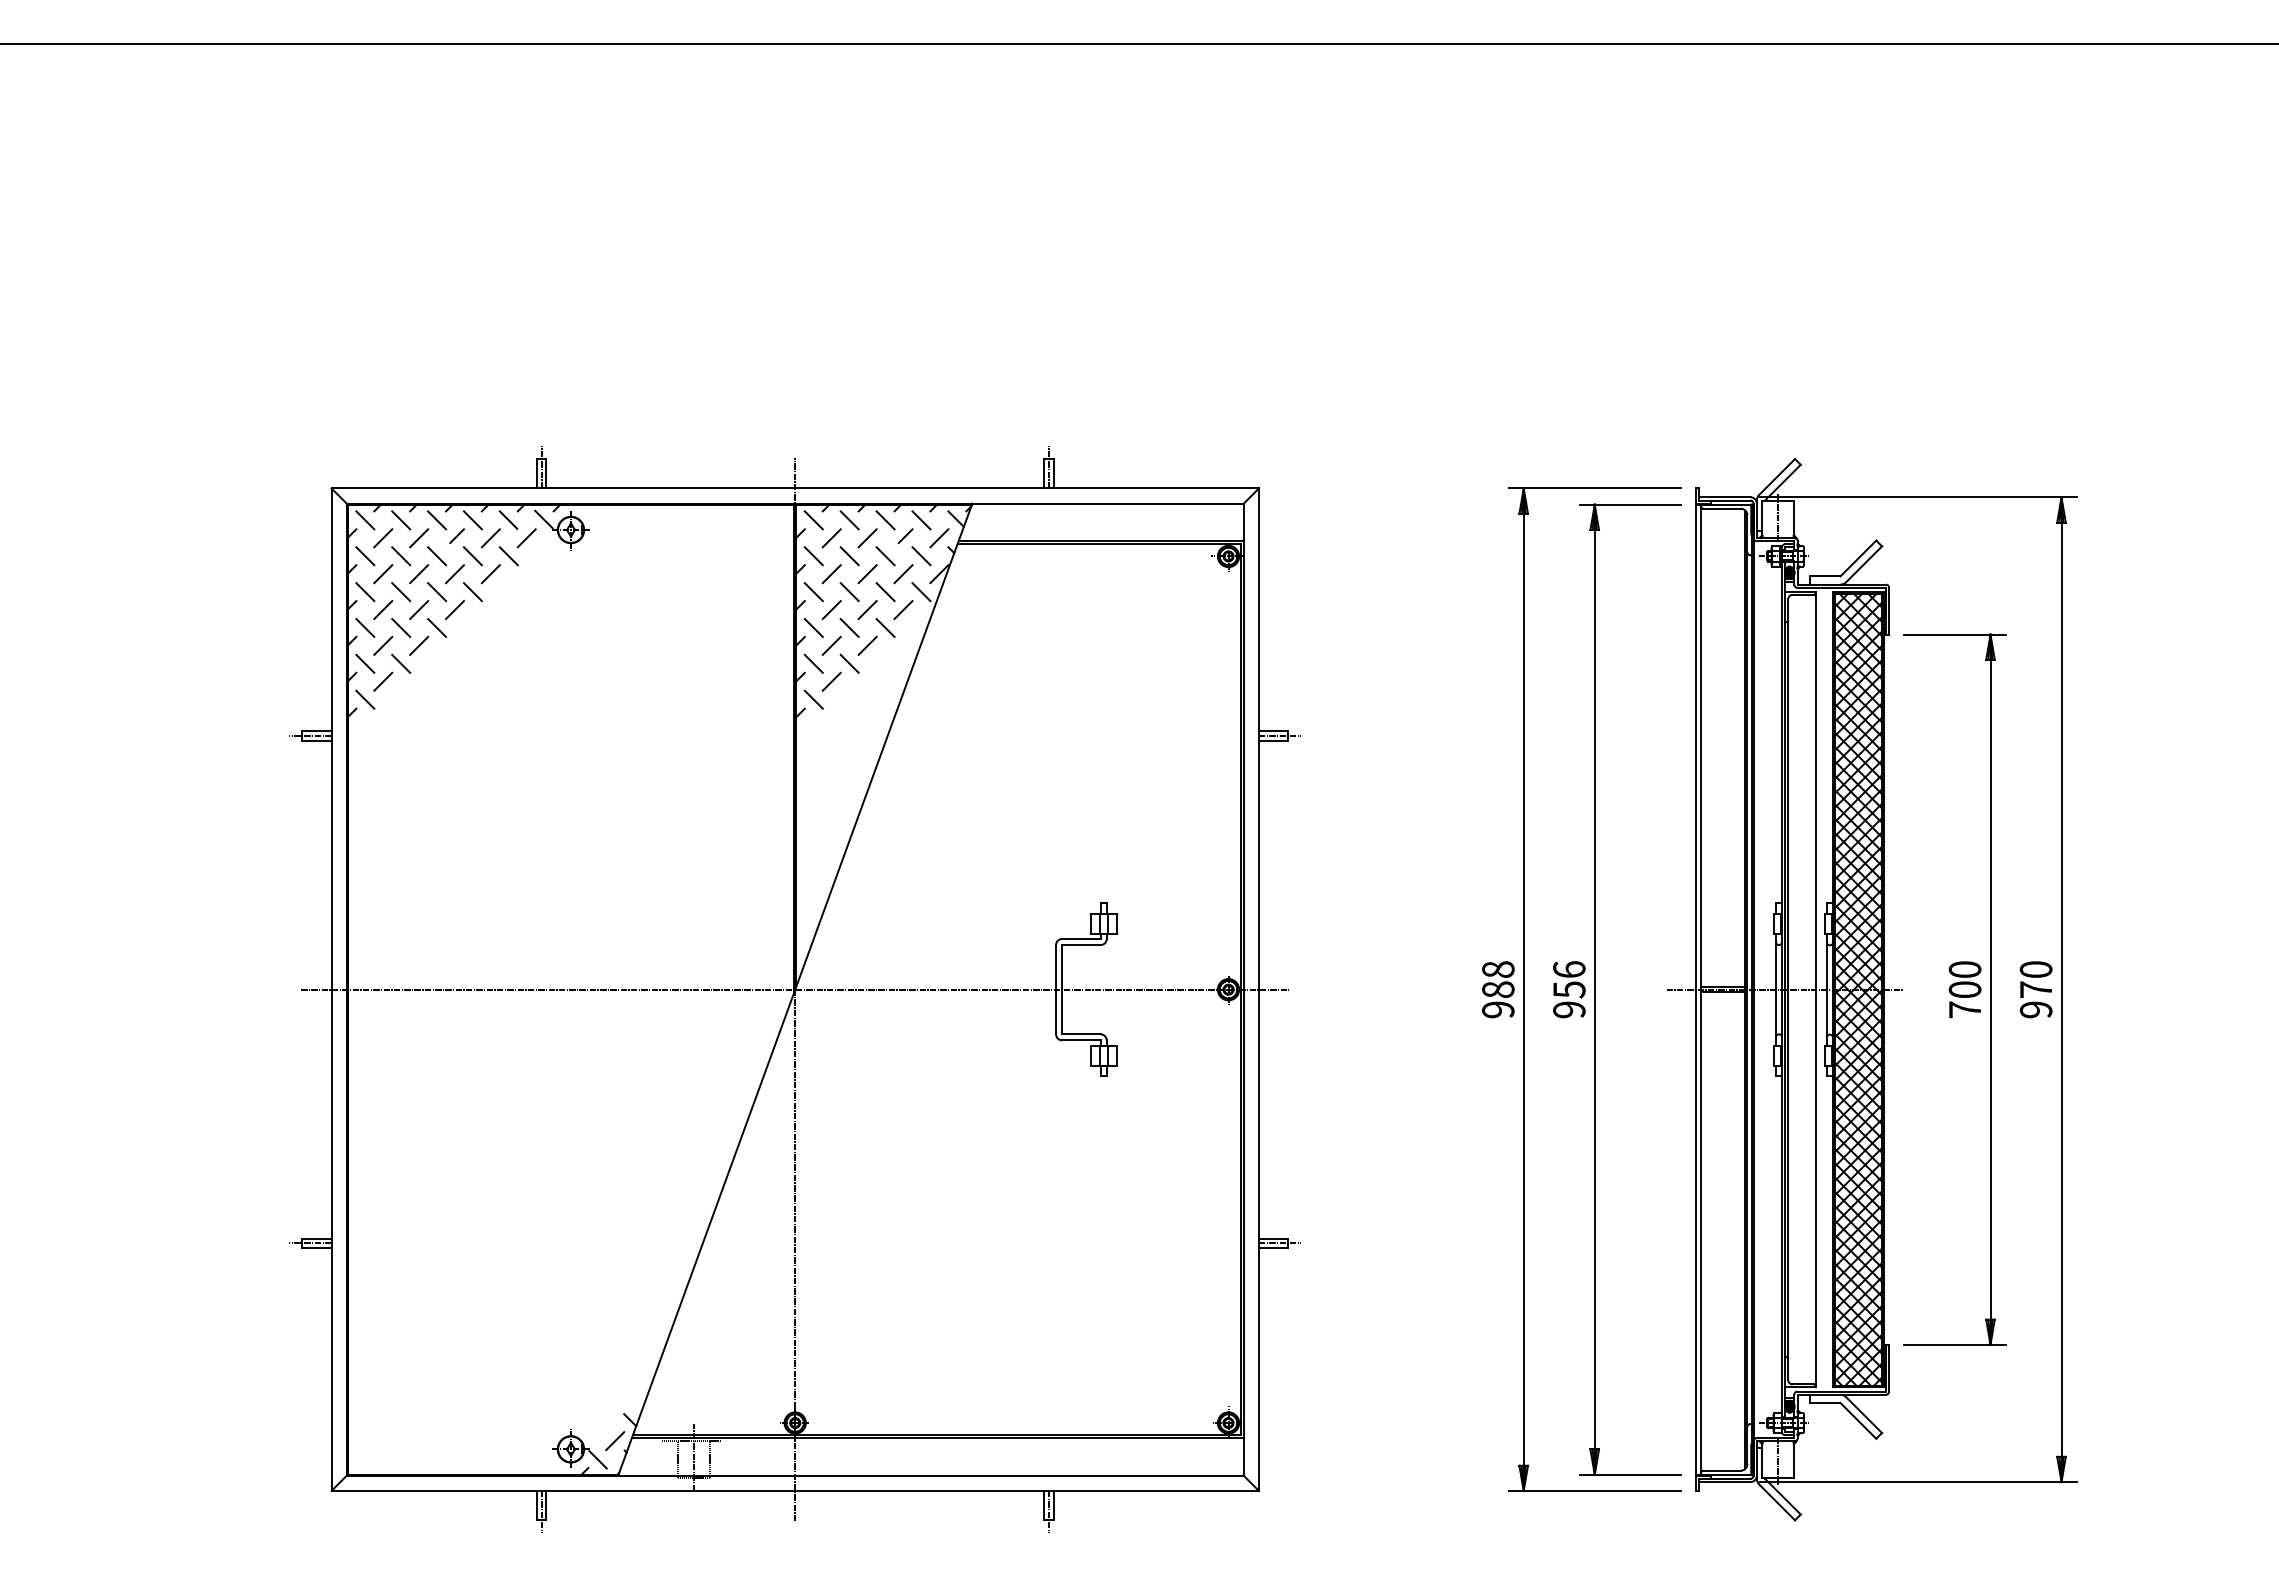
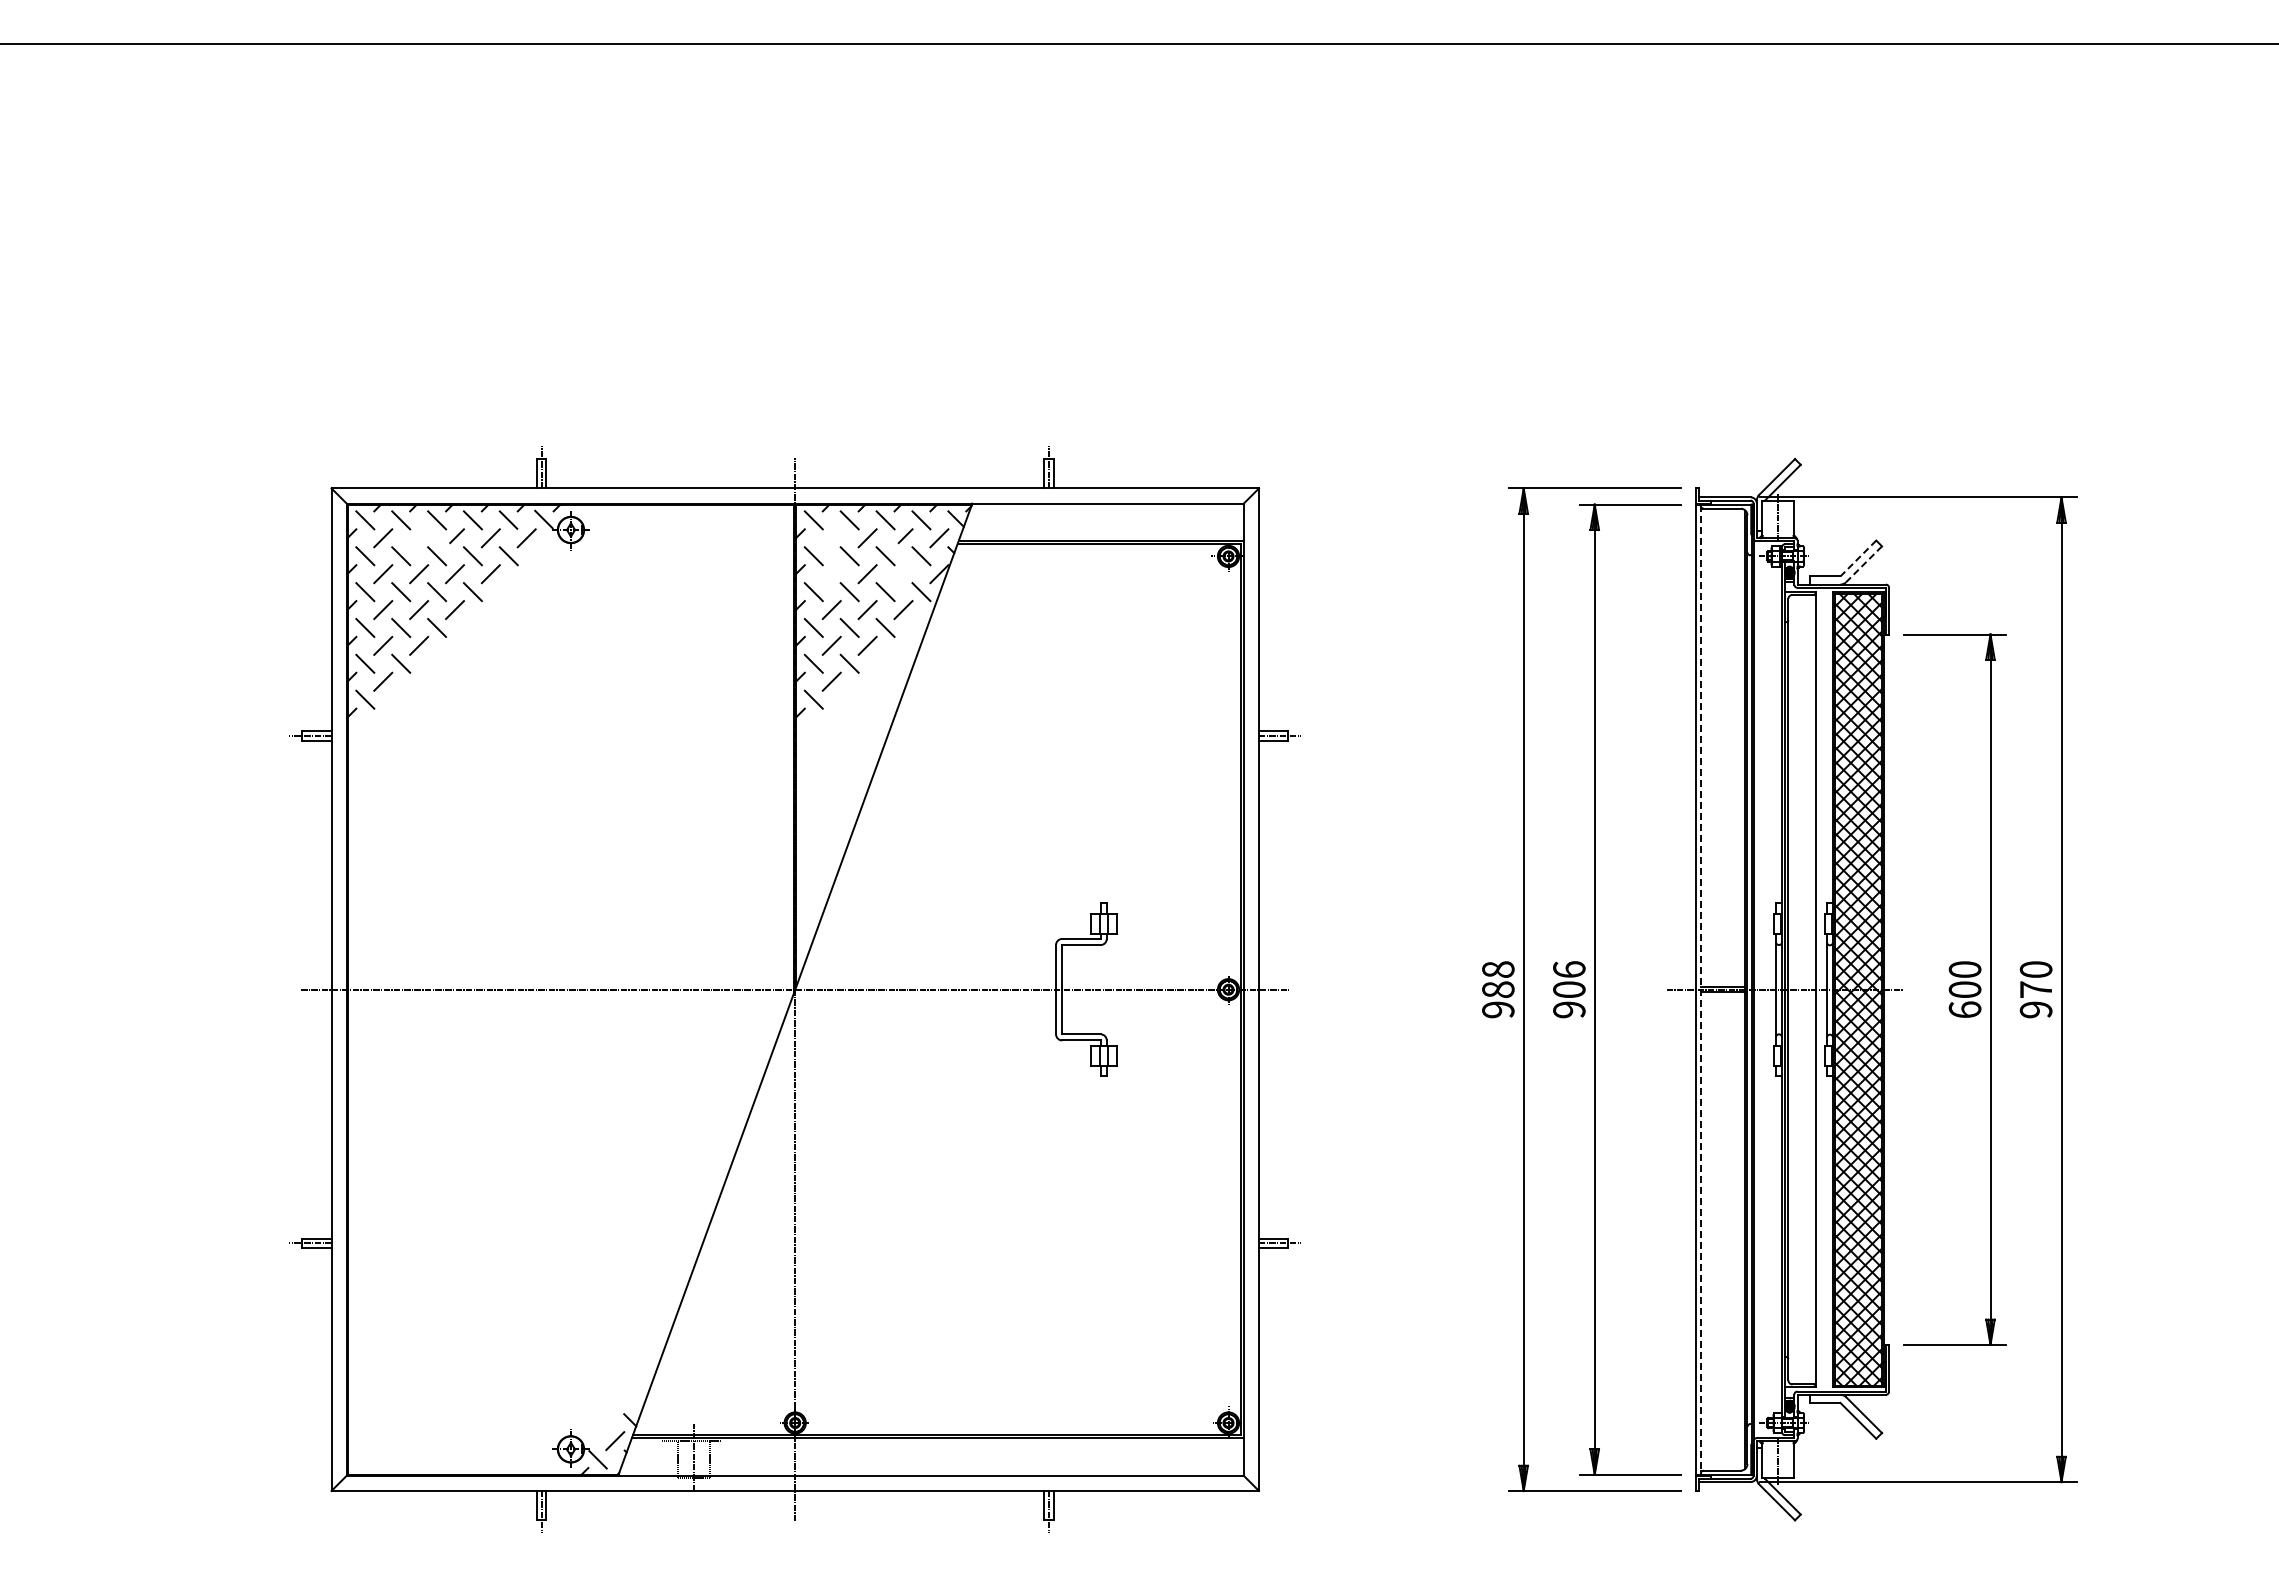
line at (419, 538): present -> none
line at (831, 538): present -> none
line at (1858, 558): solid -> dashed
line at (1863, 564): solid -> dashed
line at (831, 574): present -> none
line at (903, 574): present -> none
text at (1569, 989): 956 -> 906
line at (1700, 990): solid -> dashed
text at (1964, 1009): 700 -> 600
